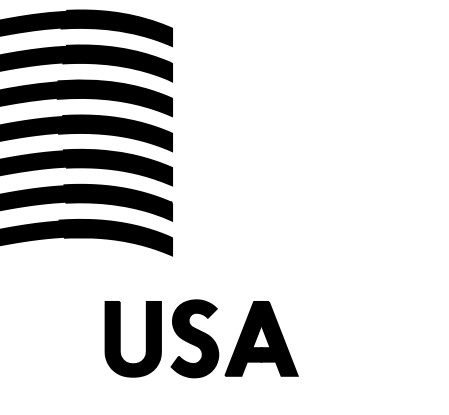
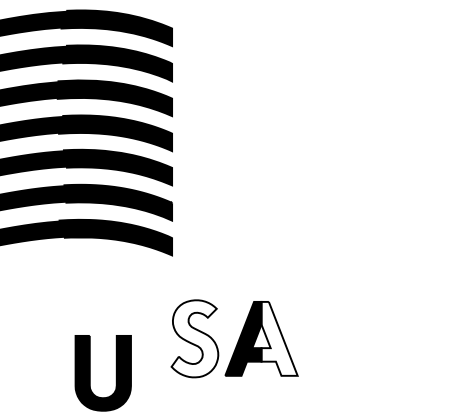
fill at (194, 338): present -> none
fill at (279, 338): present -> none
part at (120, 339) position: (120, 339) -> (90, 373)
